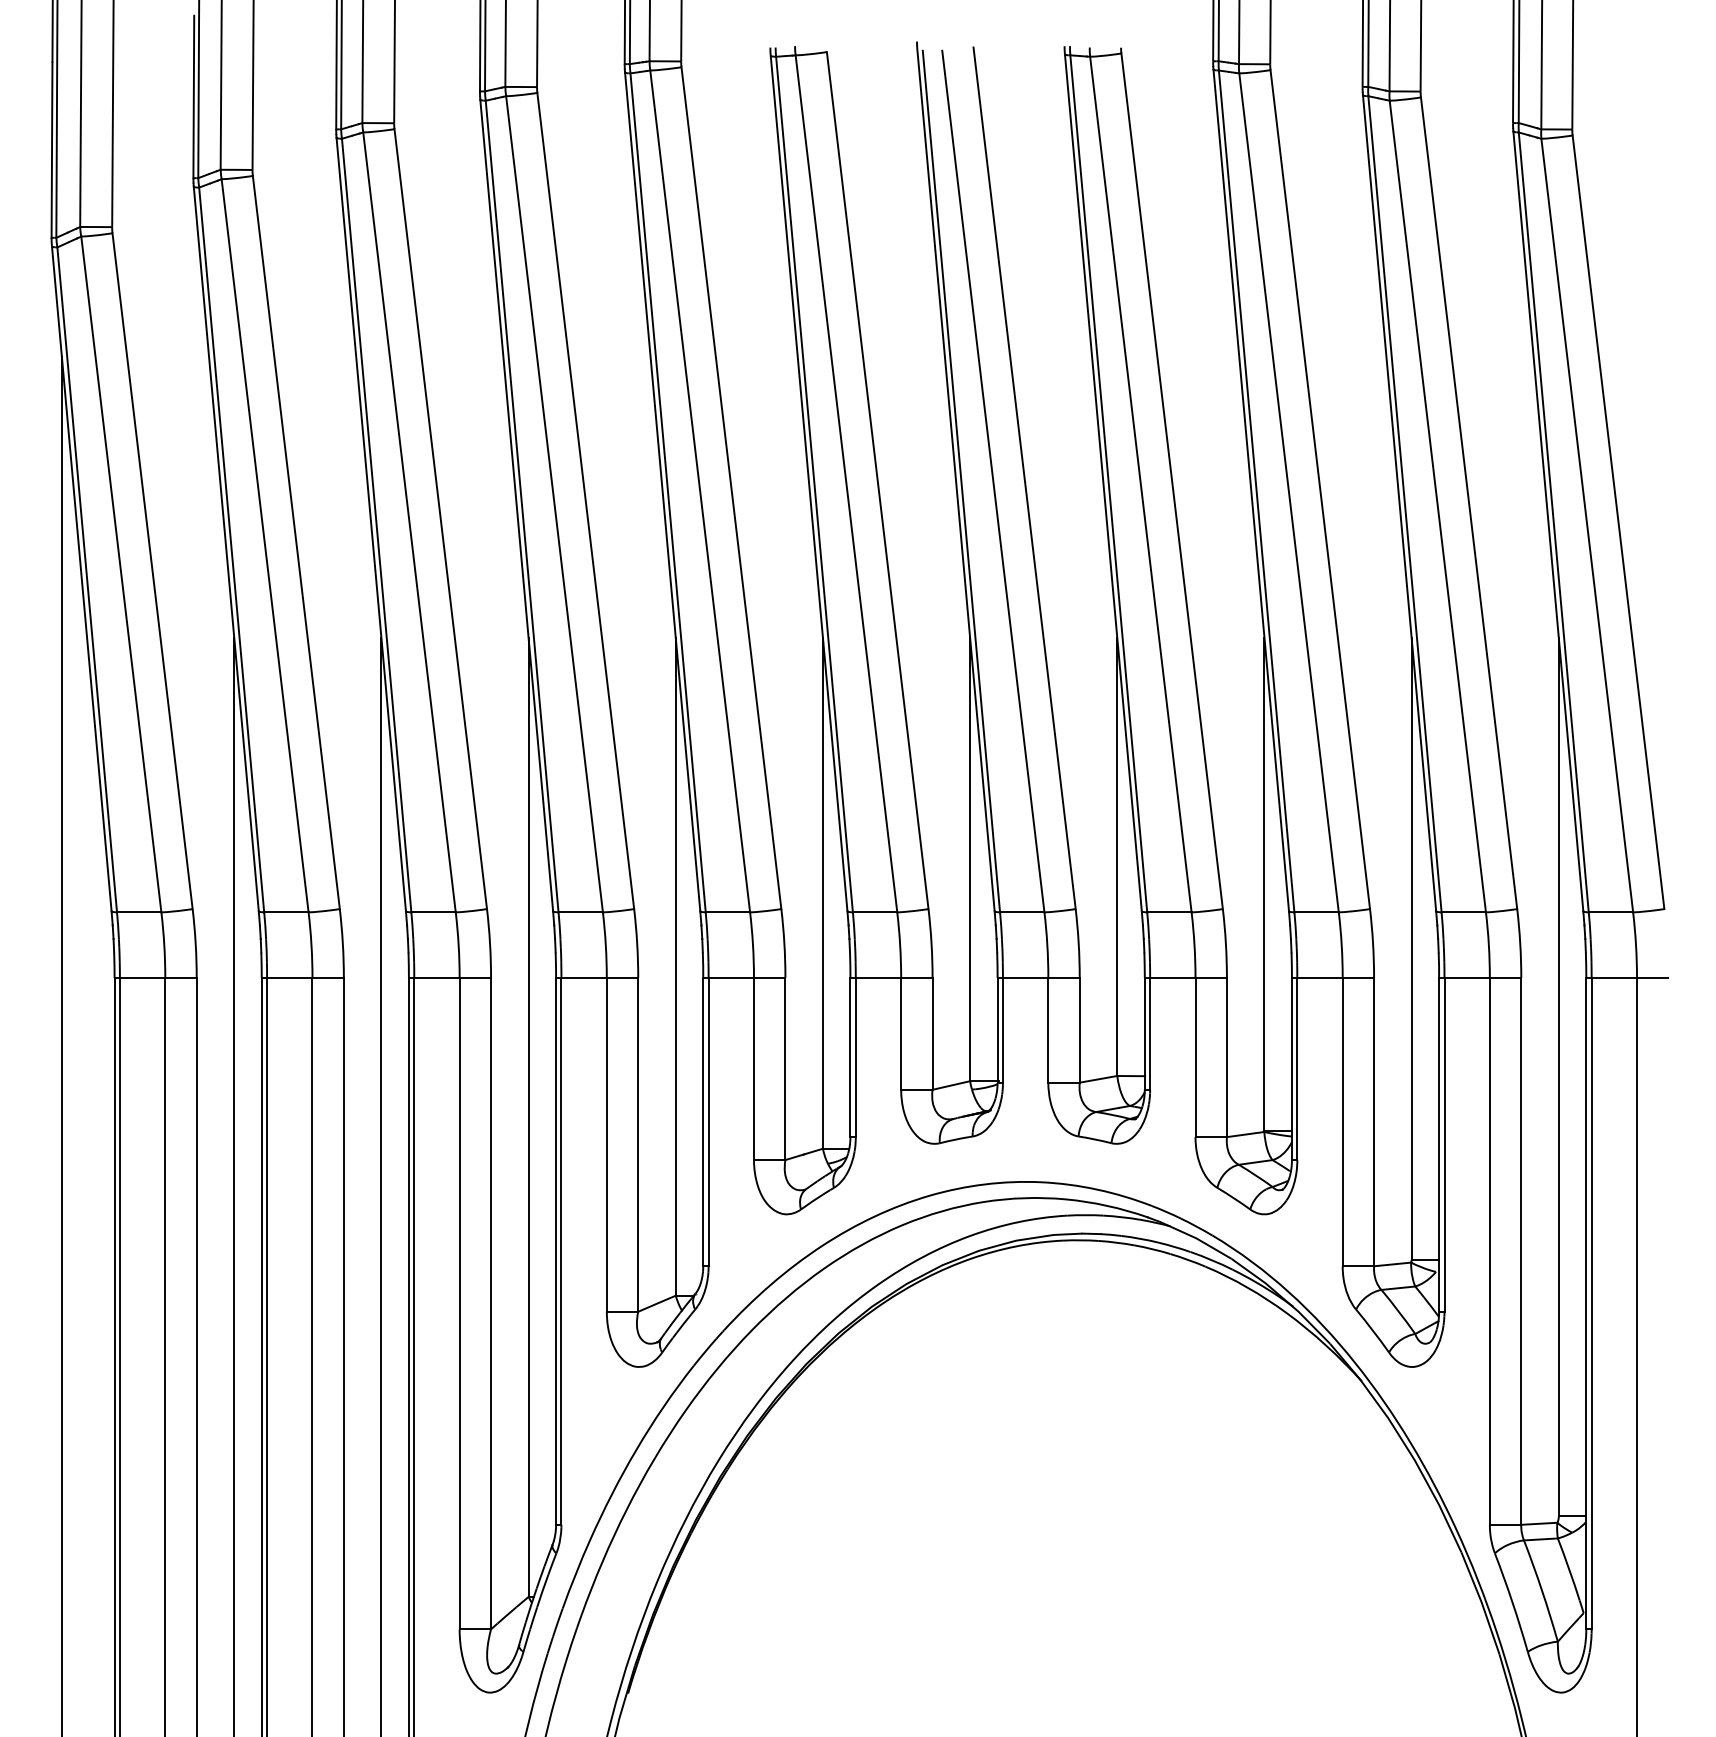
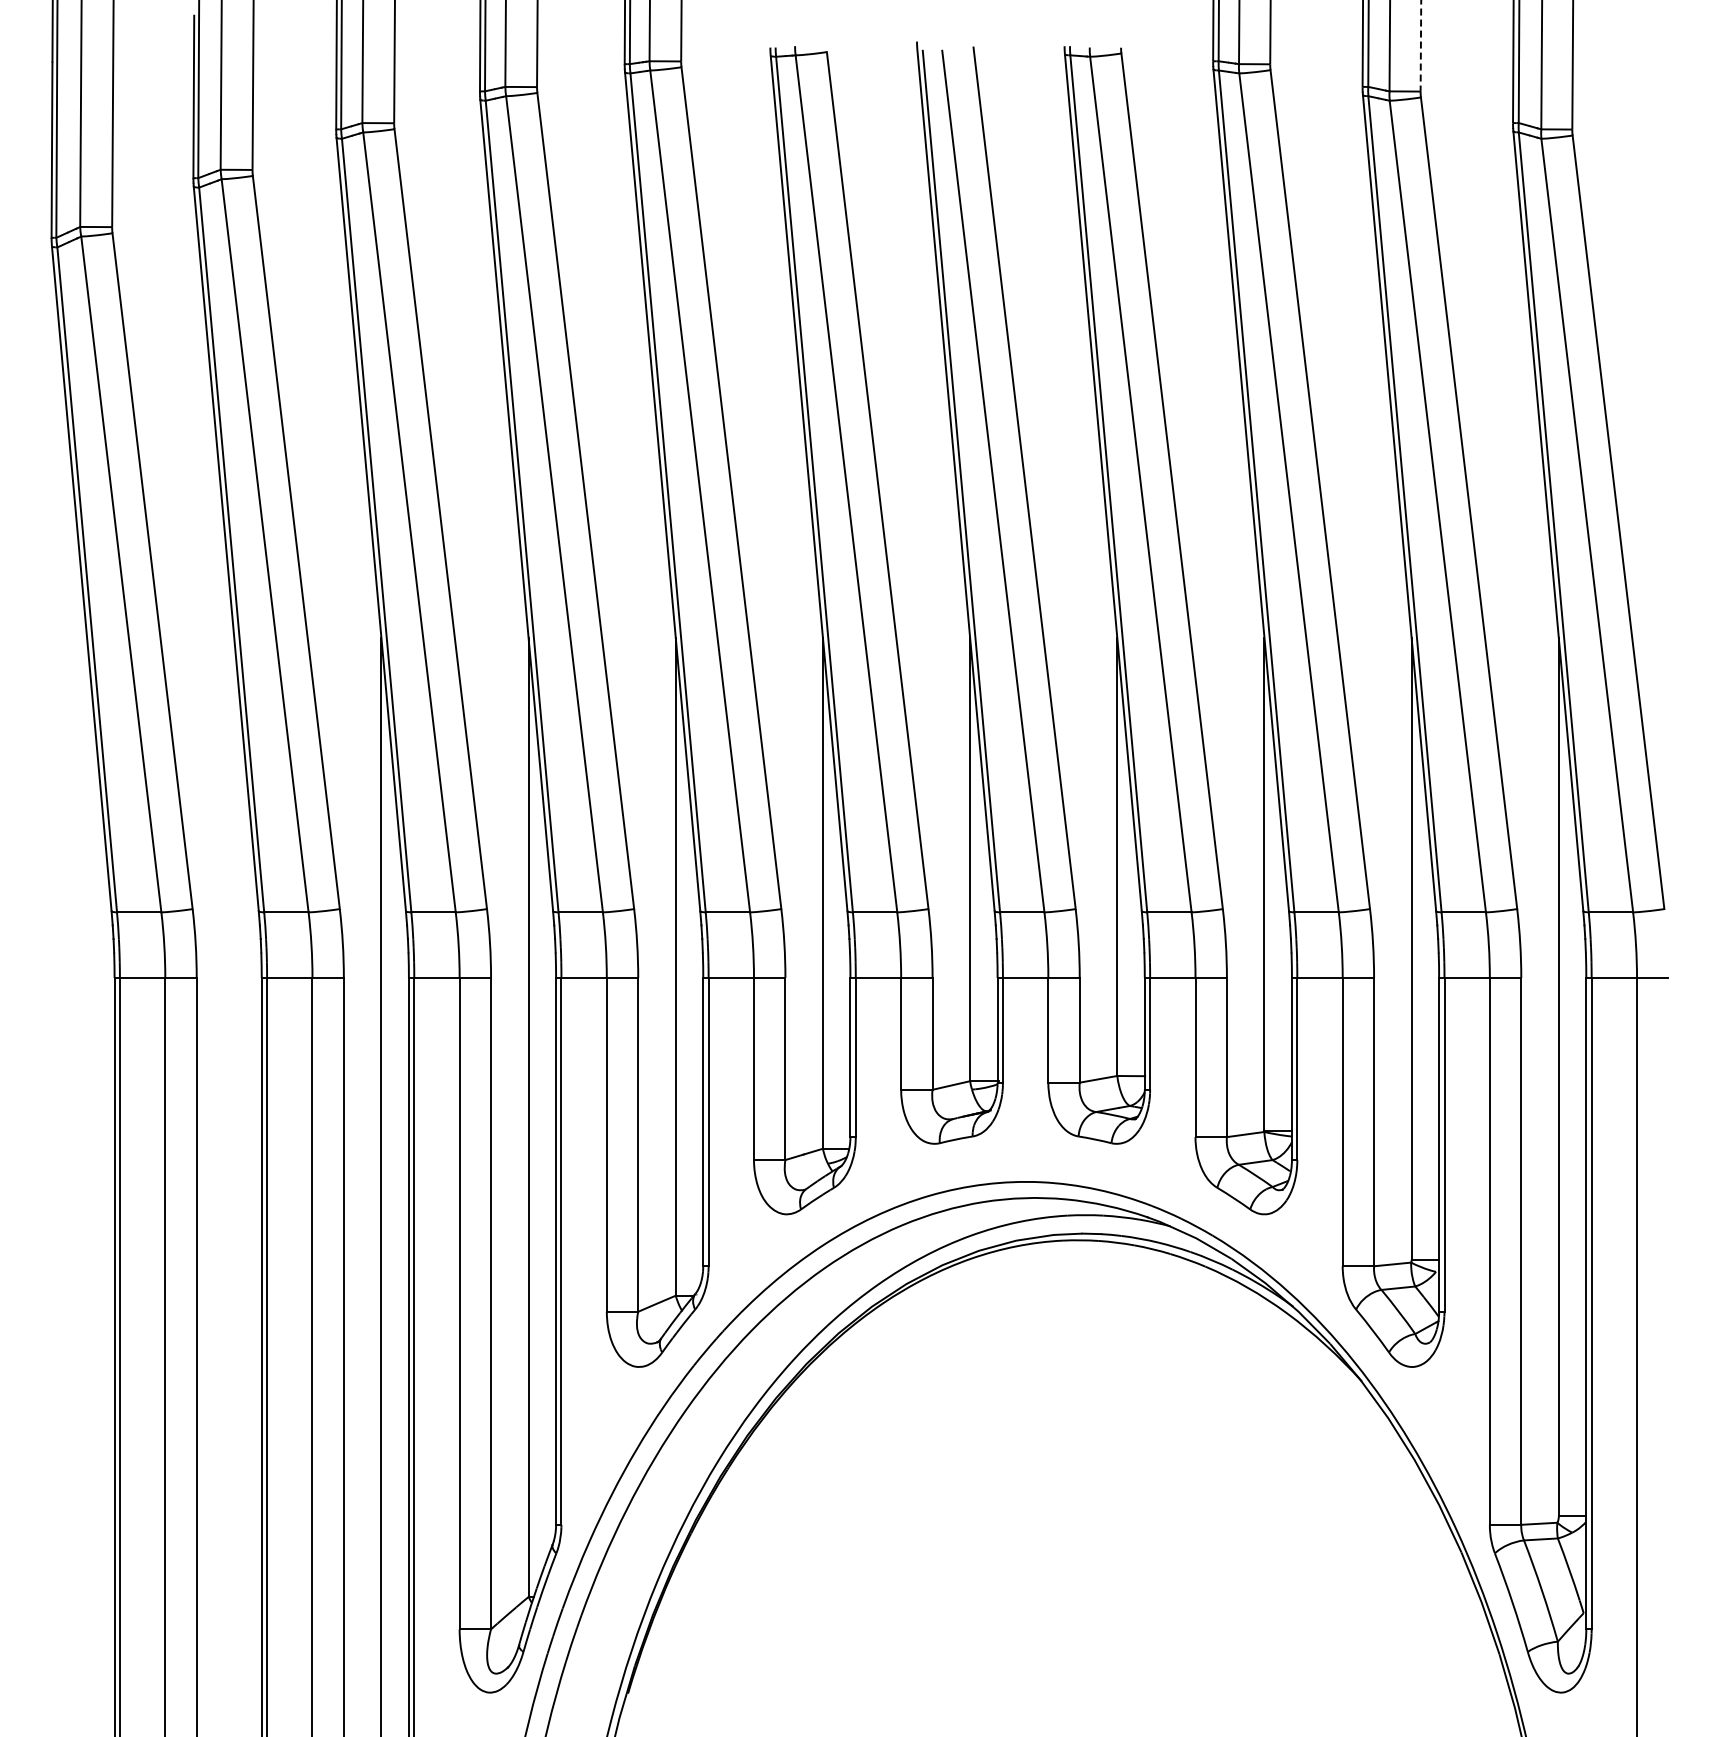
arc at (1420, 46): solid -> dashed
line at (61, 1044): present -> none
line at (234, 1185): present -> none
